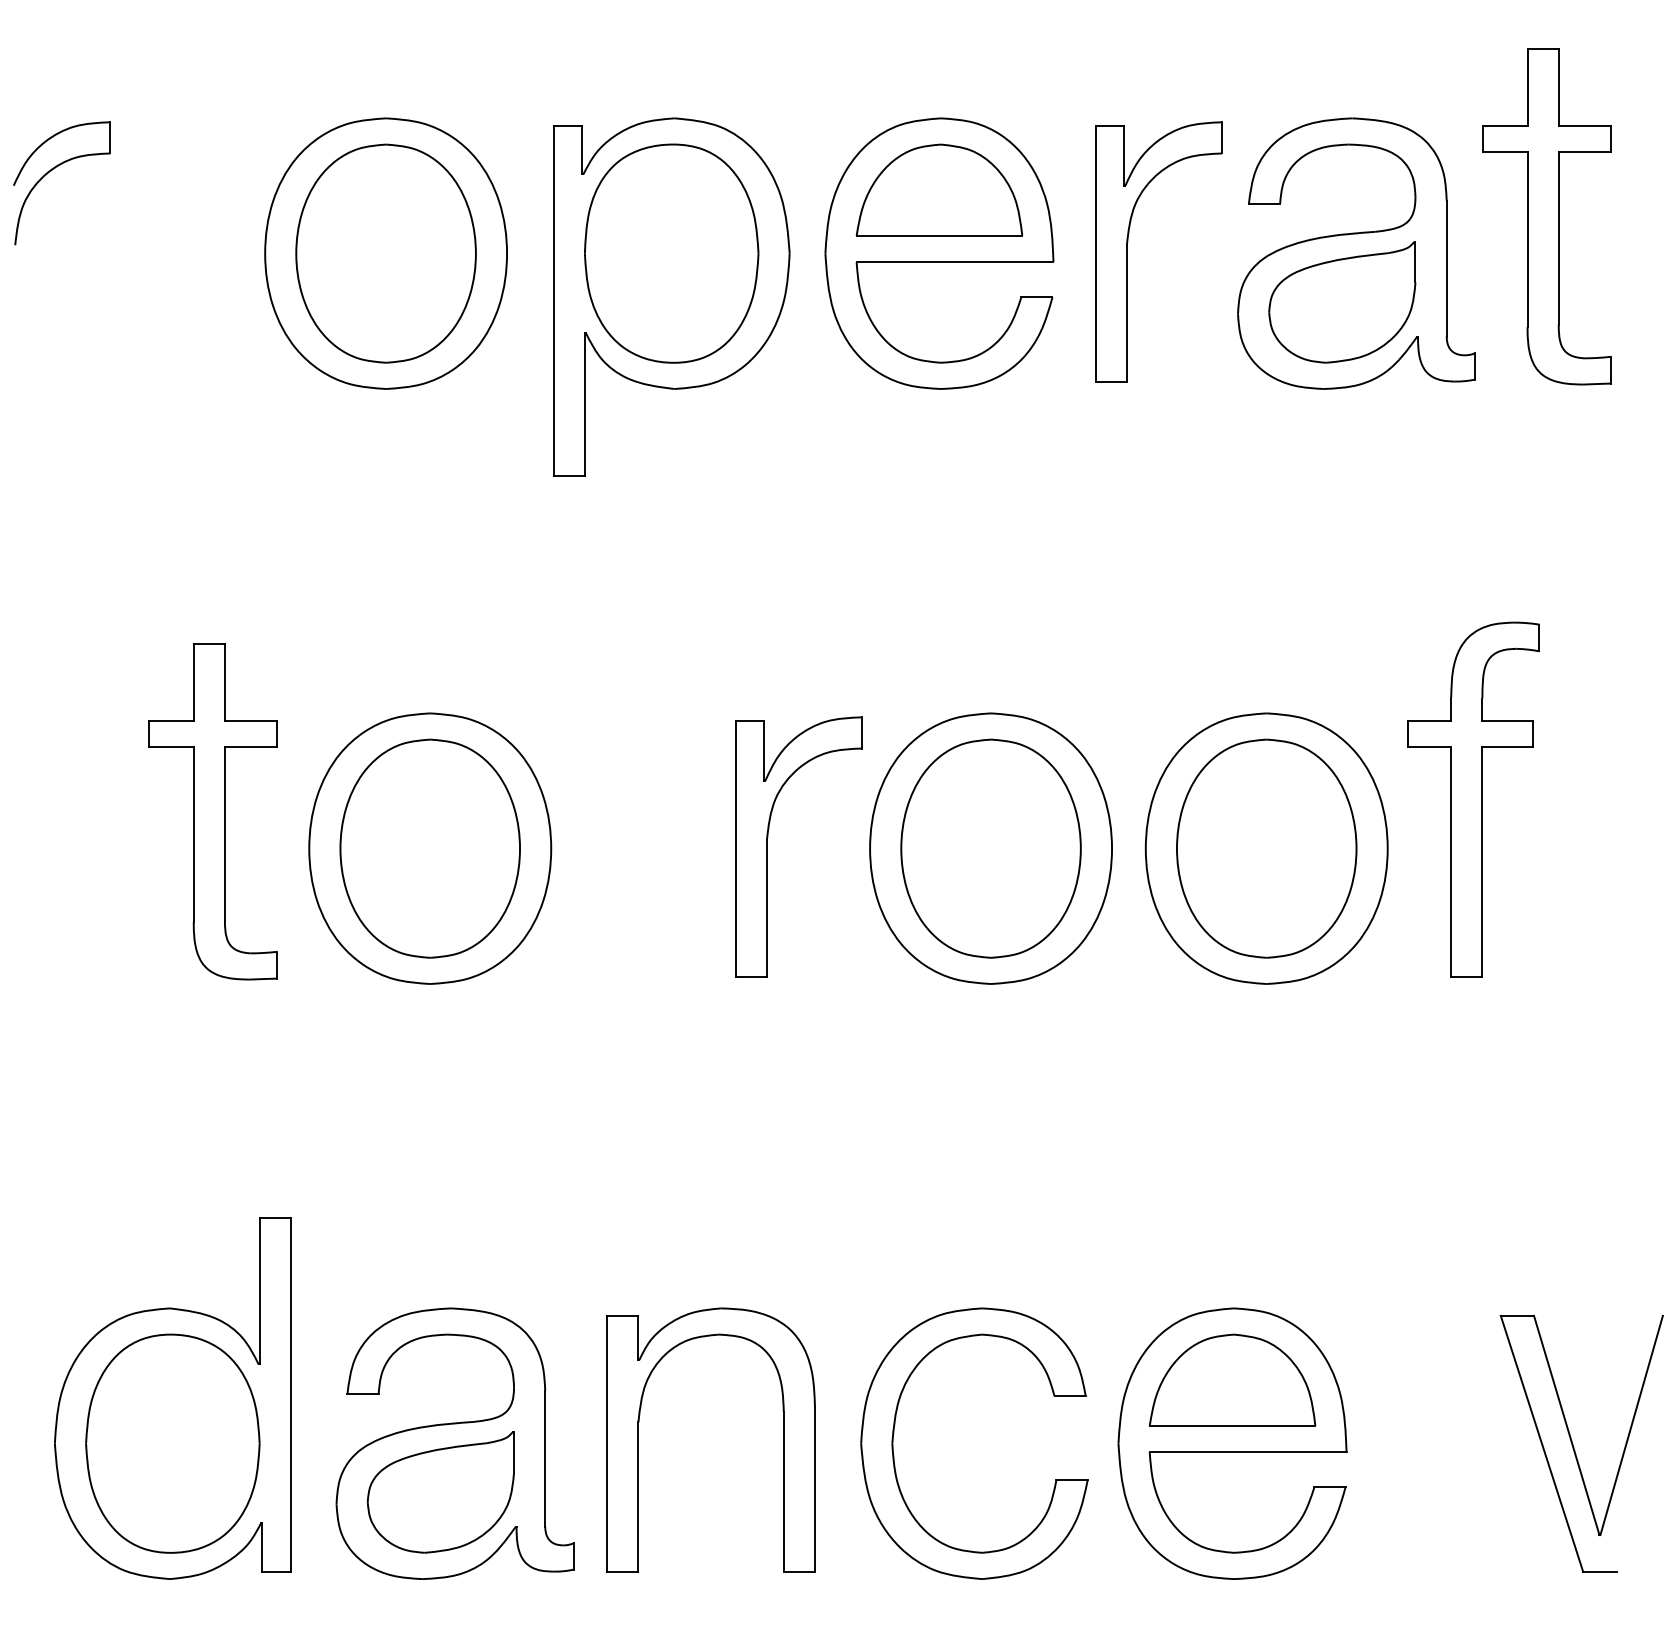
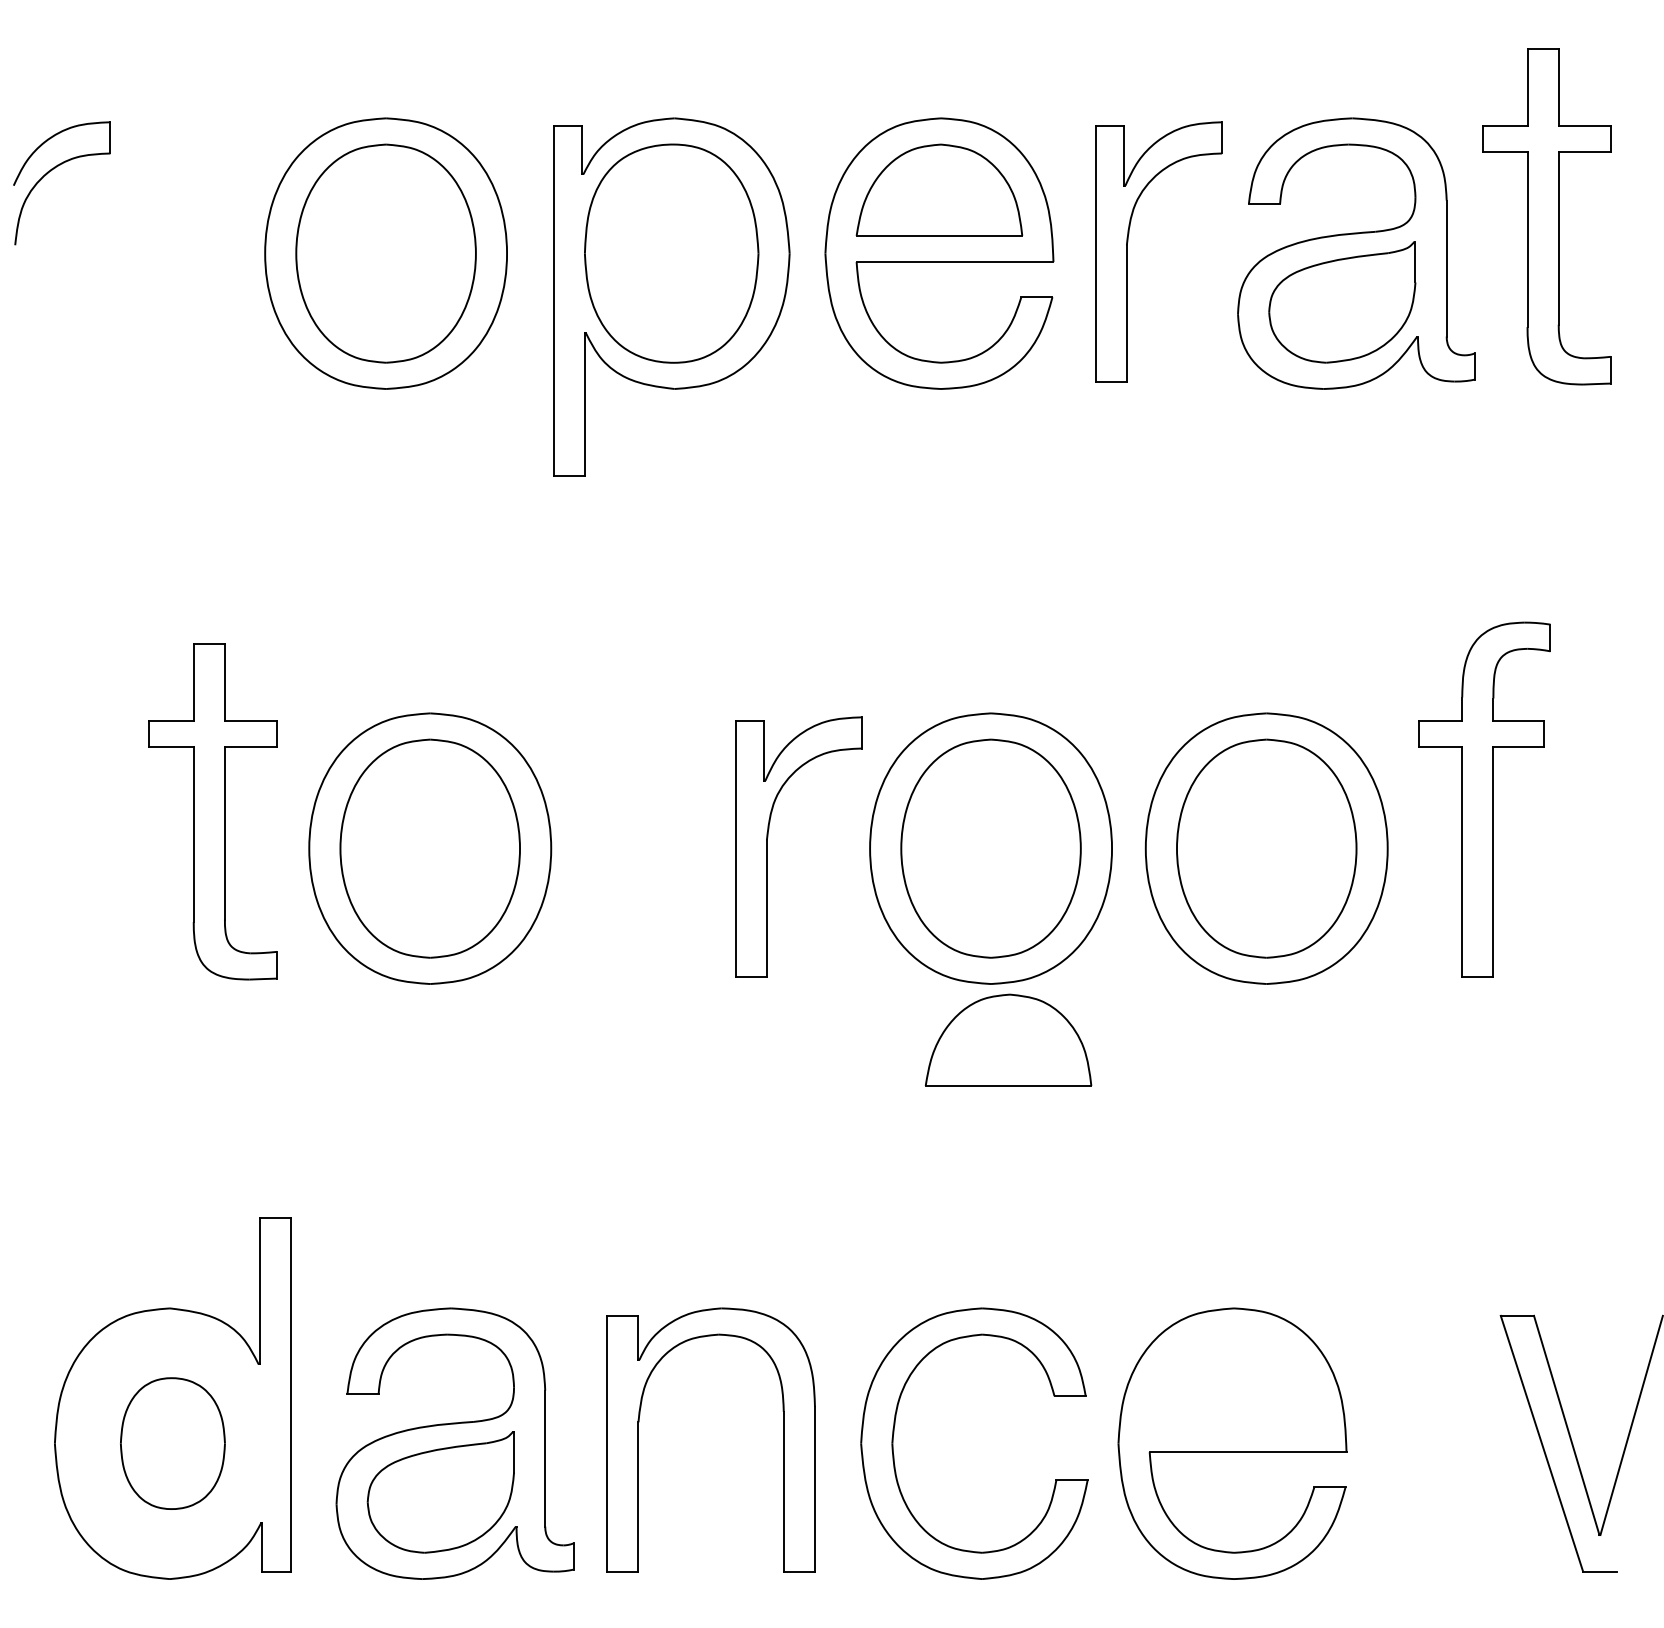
part at (1473, 799) position: (1473, 799) -> (1484, 799)
part at (1232, 1379) position: (1232, 1379) -> (1008, 1039)
part at (172, 1443) size: 176x221 px -> 106x133 px
